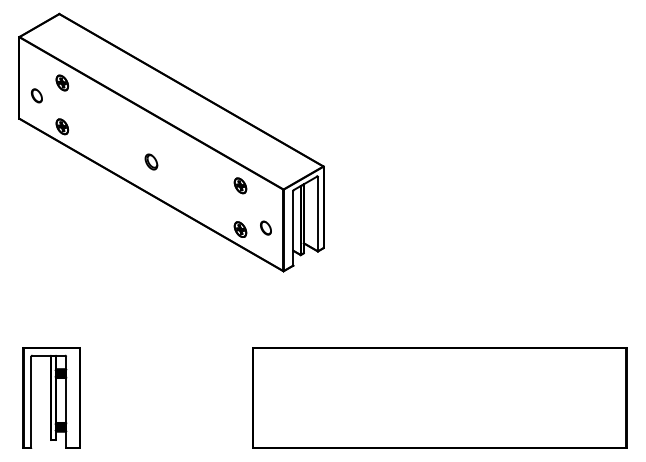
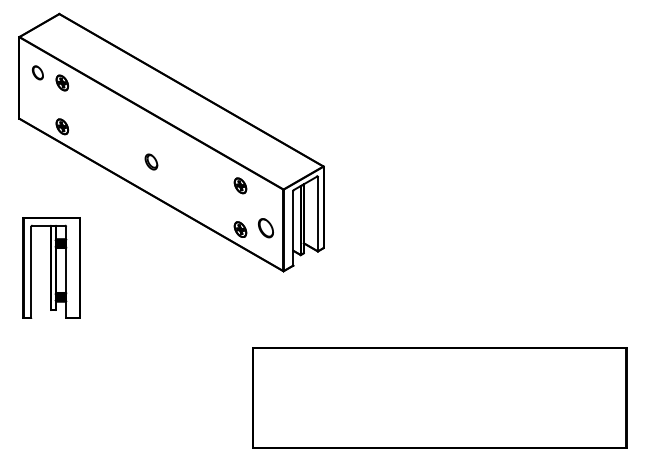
part at (36, 95) position: (36, 95) -> (37, 72)
part at (265, 227) size: 12x16 px -> 16x21 px
part at (51, 397) position: (51, 397) -> (51, 267)
